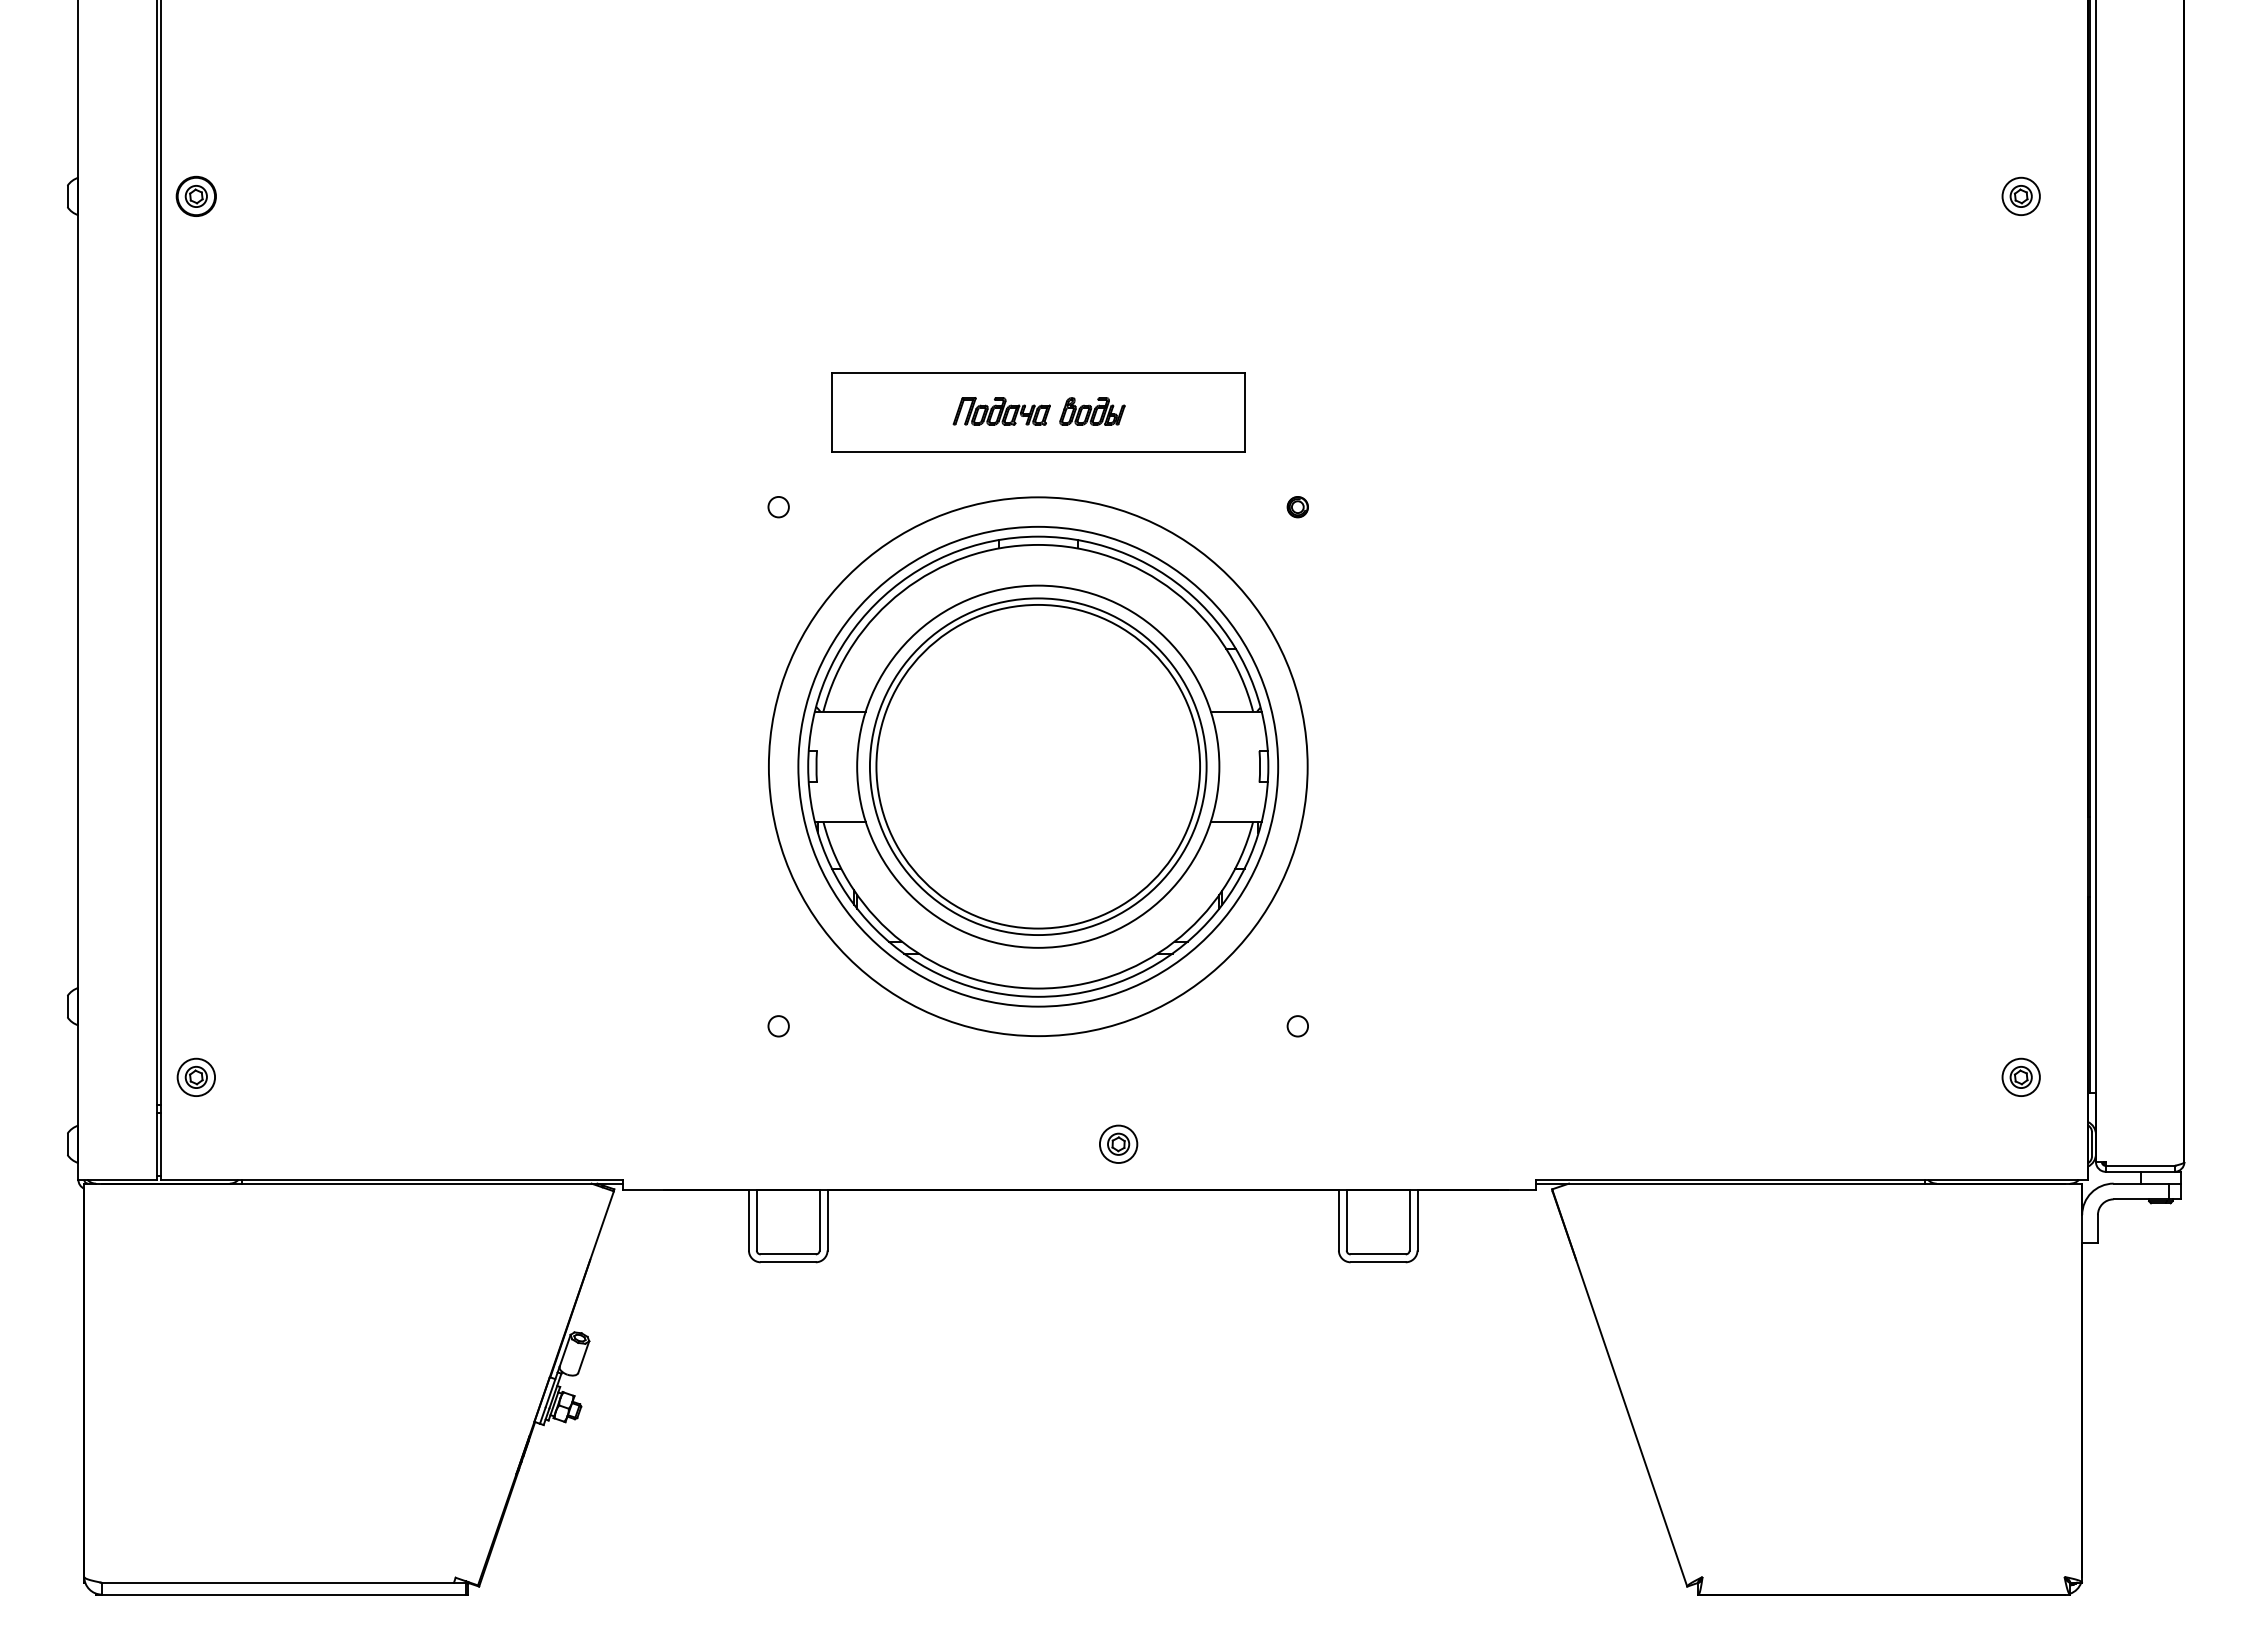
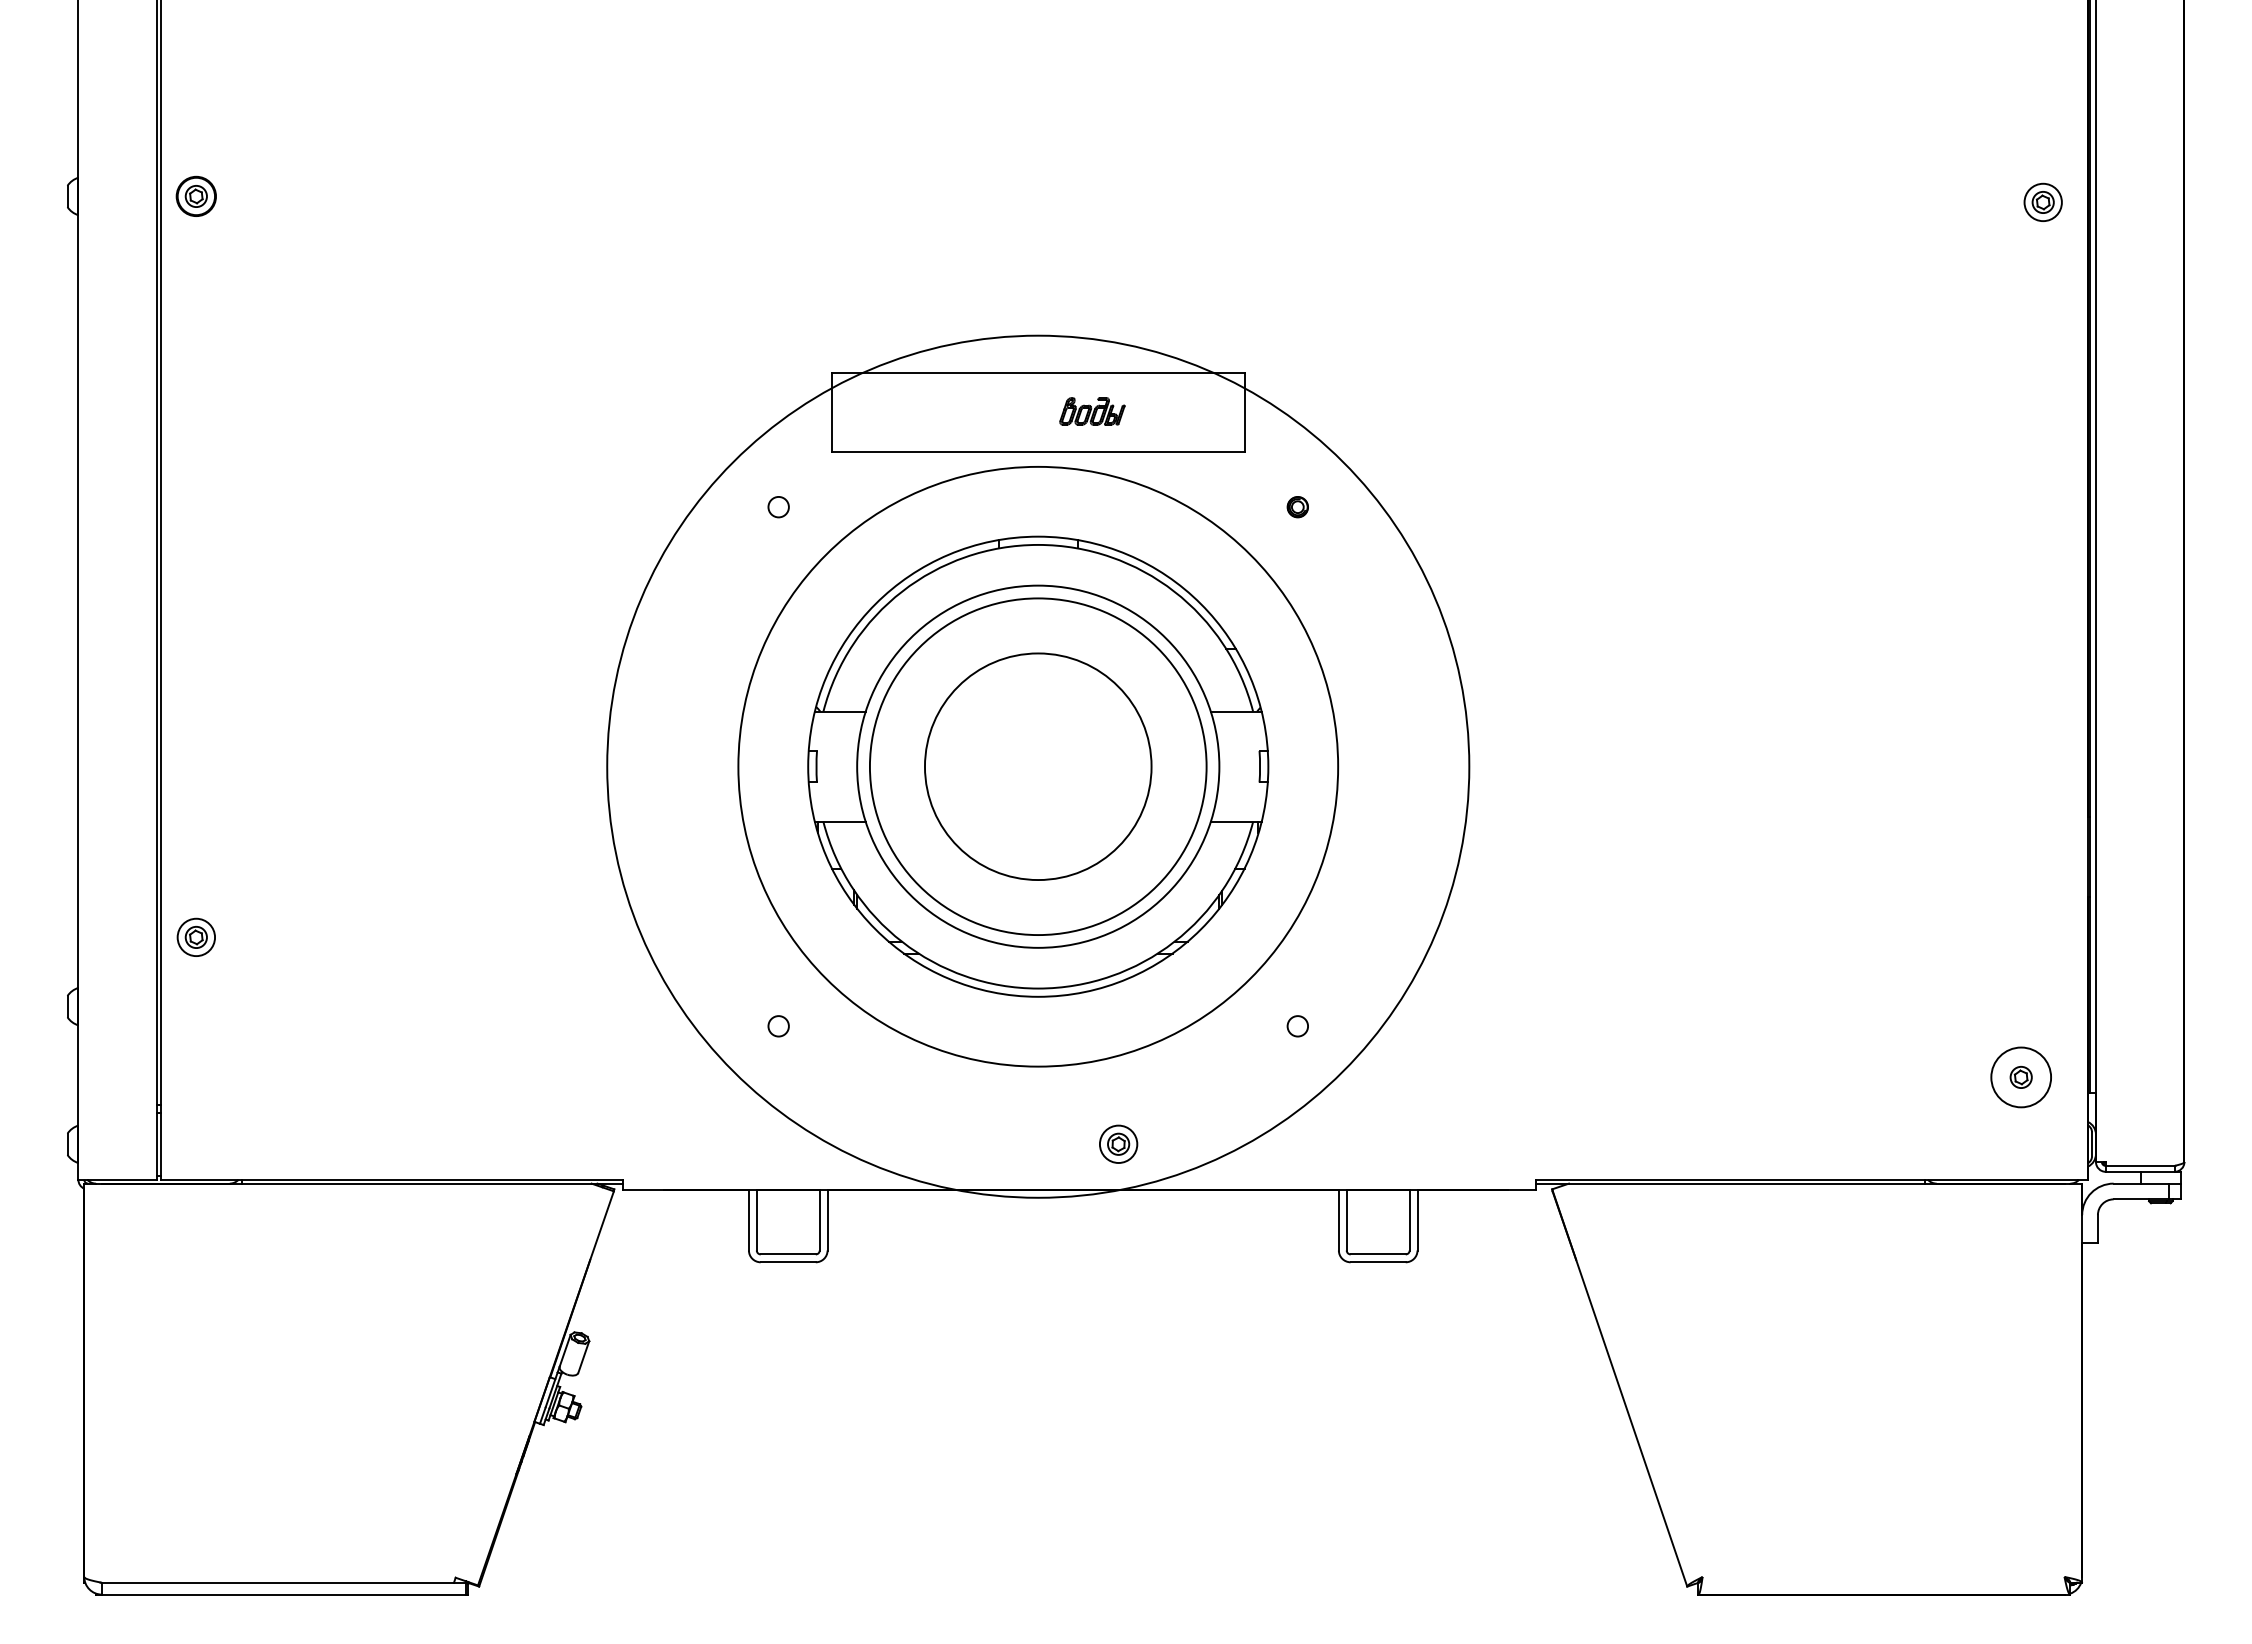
part at (2020, 195) position: (2020, 195) -> (2042, 201)
part at (1001, 411): present -> none
circle at (1037, 766) diameter: 539 px -> 862 px
circle at (1038, 766) diameter: 324 px -> 227 px
circle at (1038, 766) diameter: 480 px -> 600 px
part at (195, 1076) position: (195, 1076) -> (195, 936)
circle at (2020, 1077) diameter: 37 px -> 60 px
